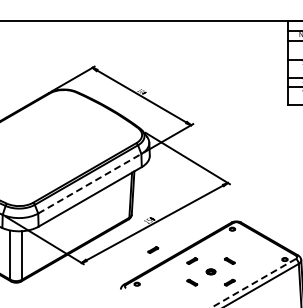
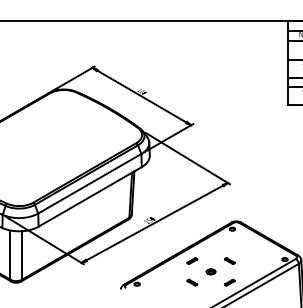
line at (89, 183): dashed -> solid
part at (153, 249): present -> none
line at (253, 283): dashed -> solid
